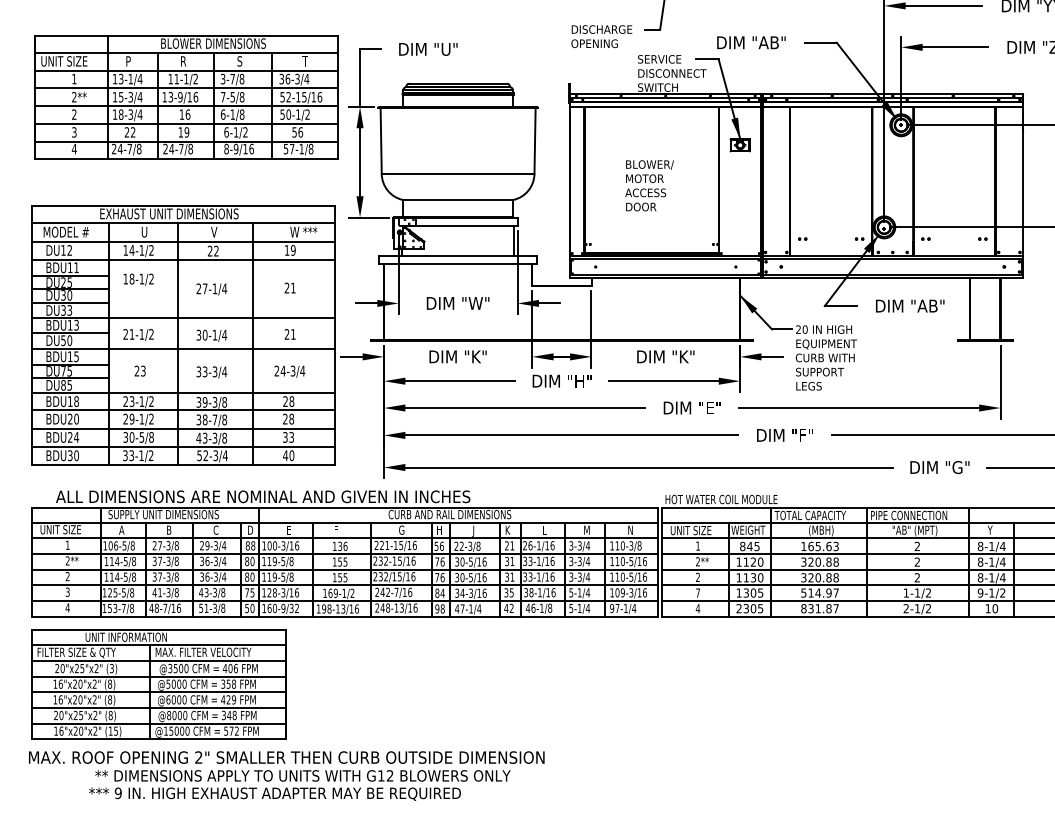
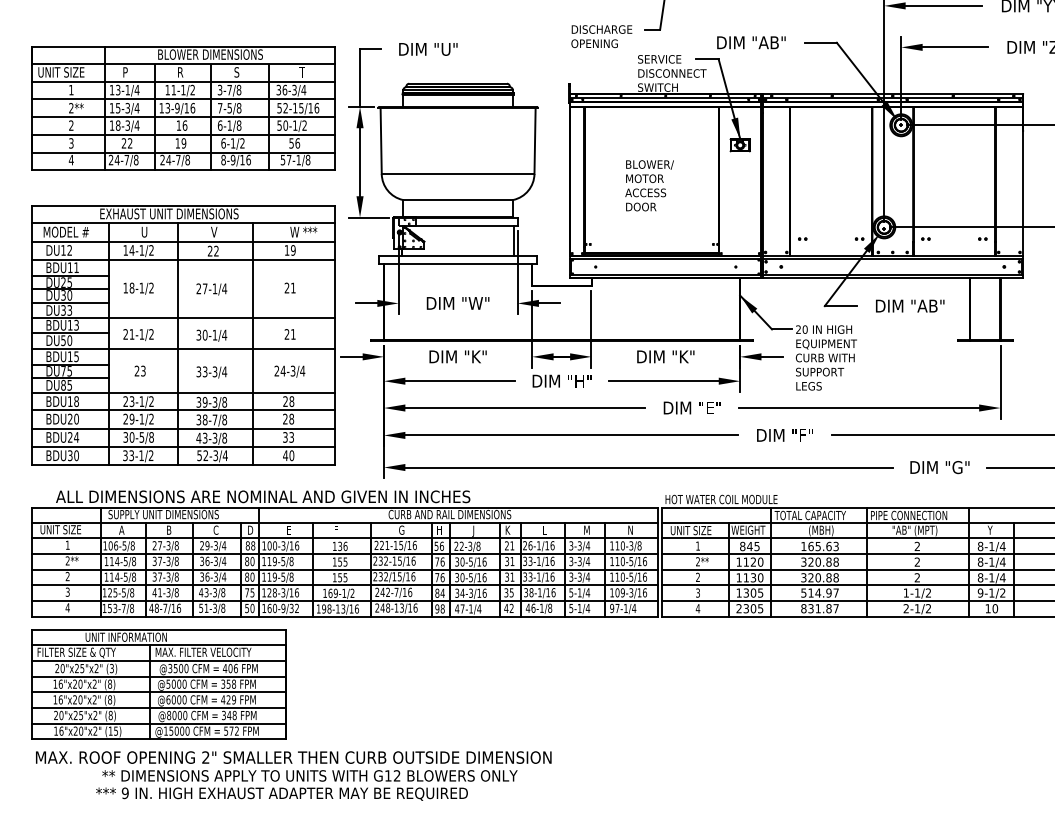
part at (186, 97) position: (186, 97) -> (183, 108)
text at (138, 279) position: (138, 279) -> (138, 288)
text at (697, 592): 7 -> 3
text at (286, 775) position: (286, 775) -> (293, 775)
